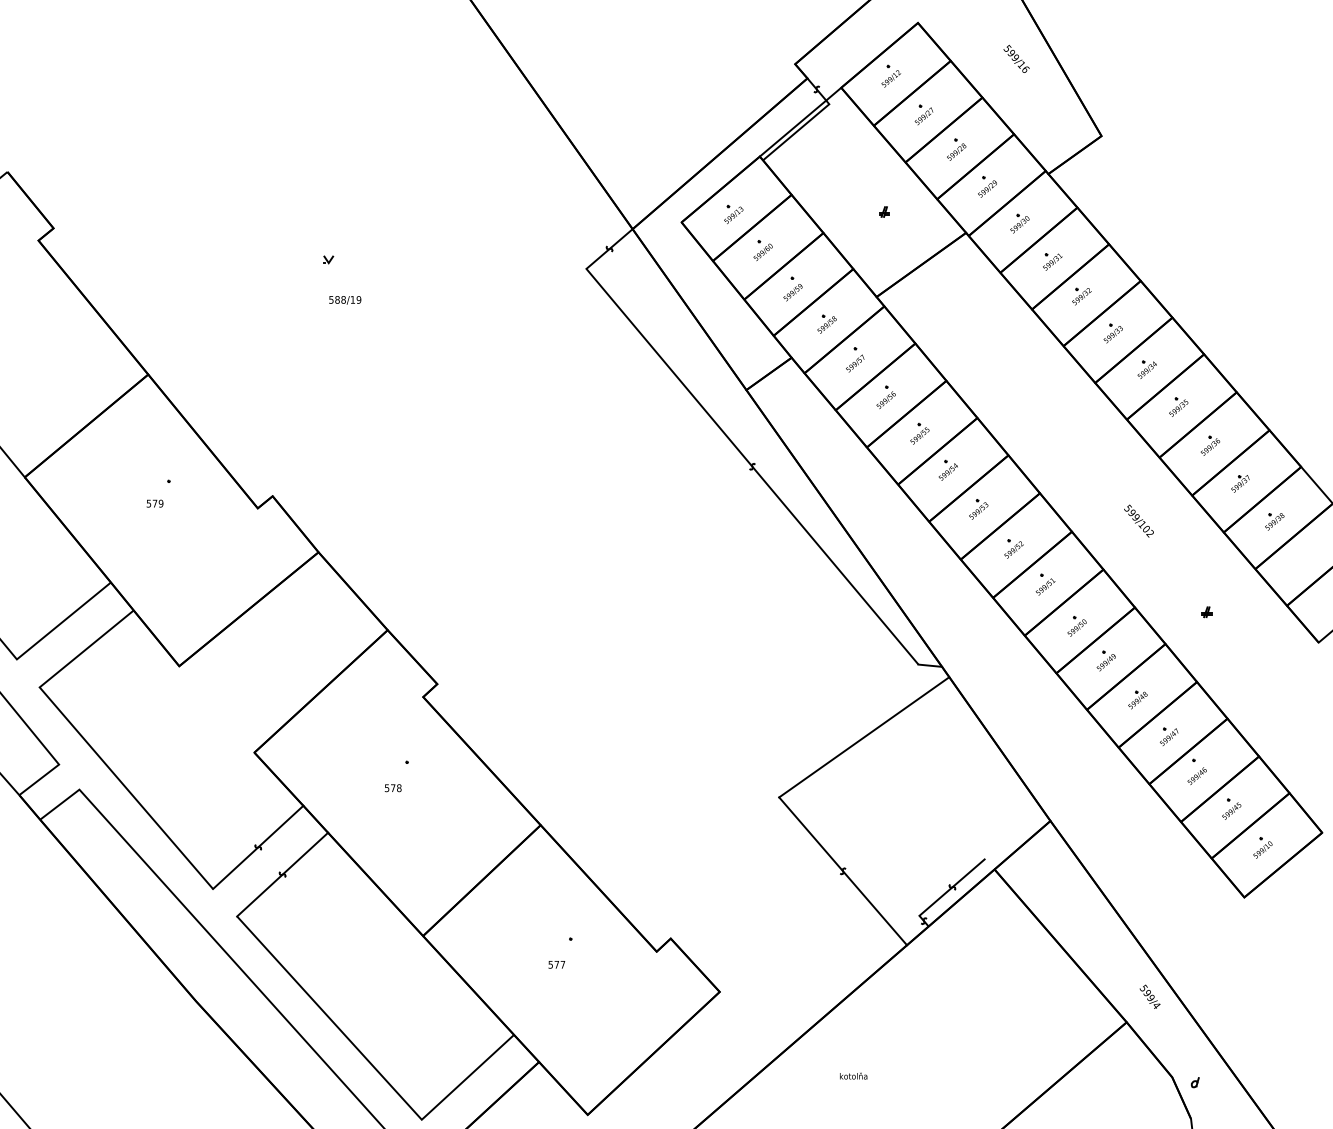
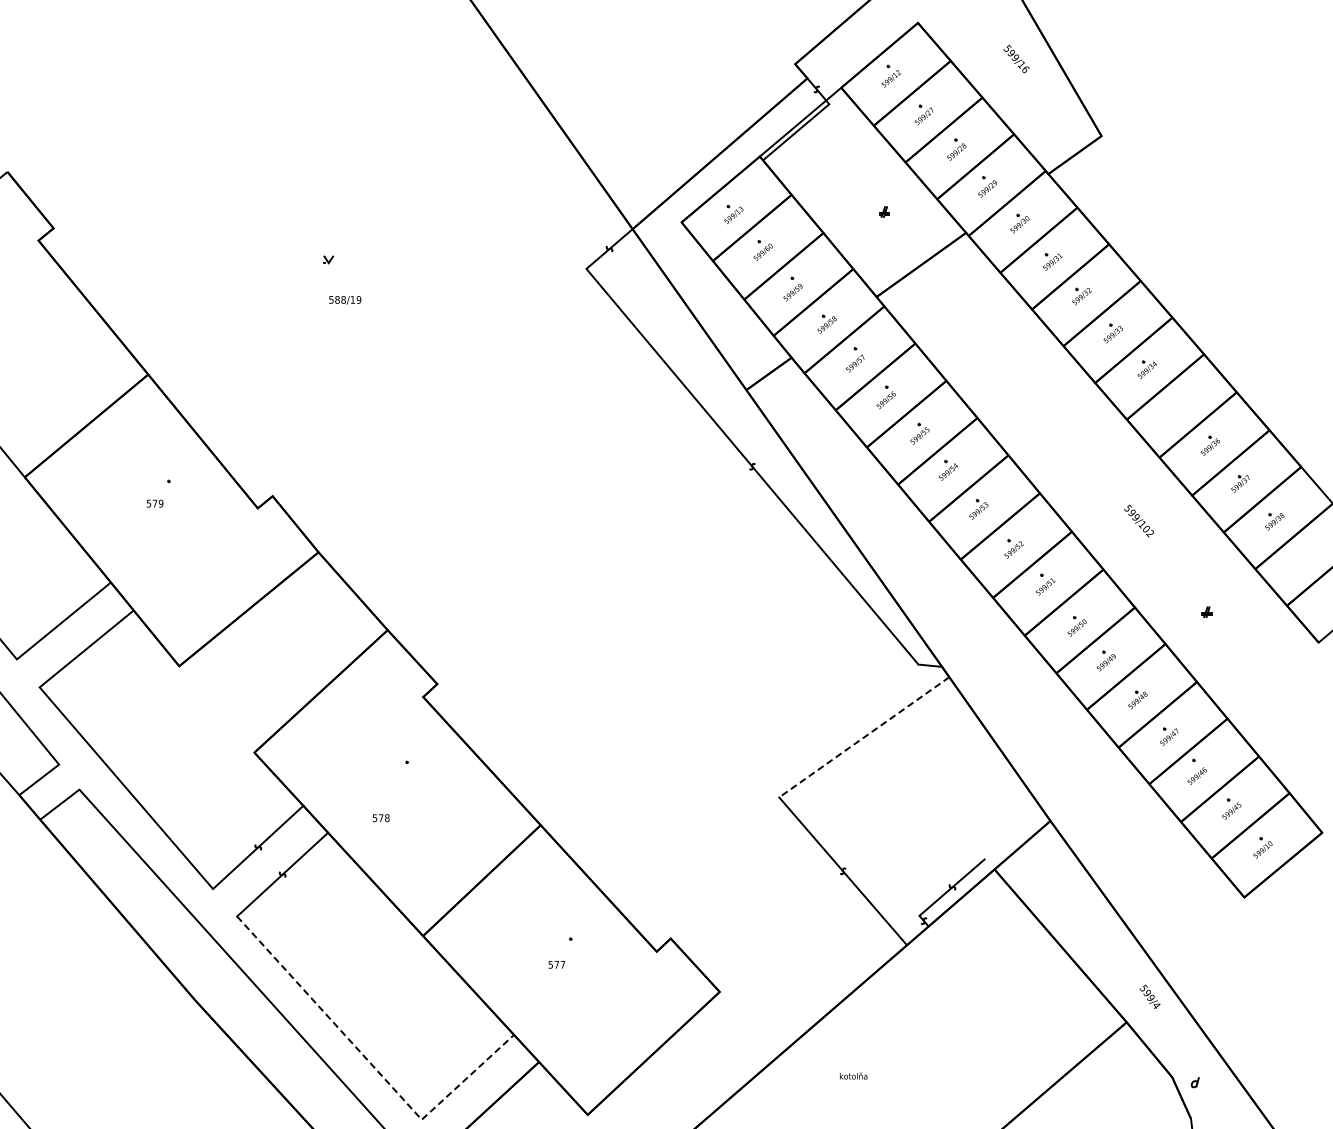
part at (1178, 406): present -> none
line at (863, 737): solid -> dashed
text at (392, 788) position: (392, 788) -> (380, 818)
line at (372, 1065): solid -> dashed
